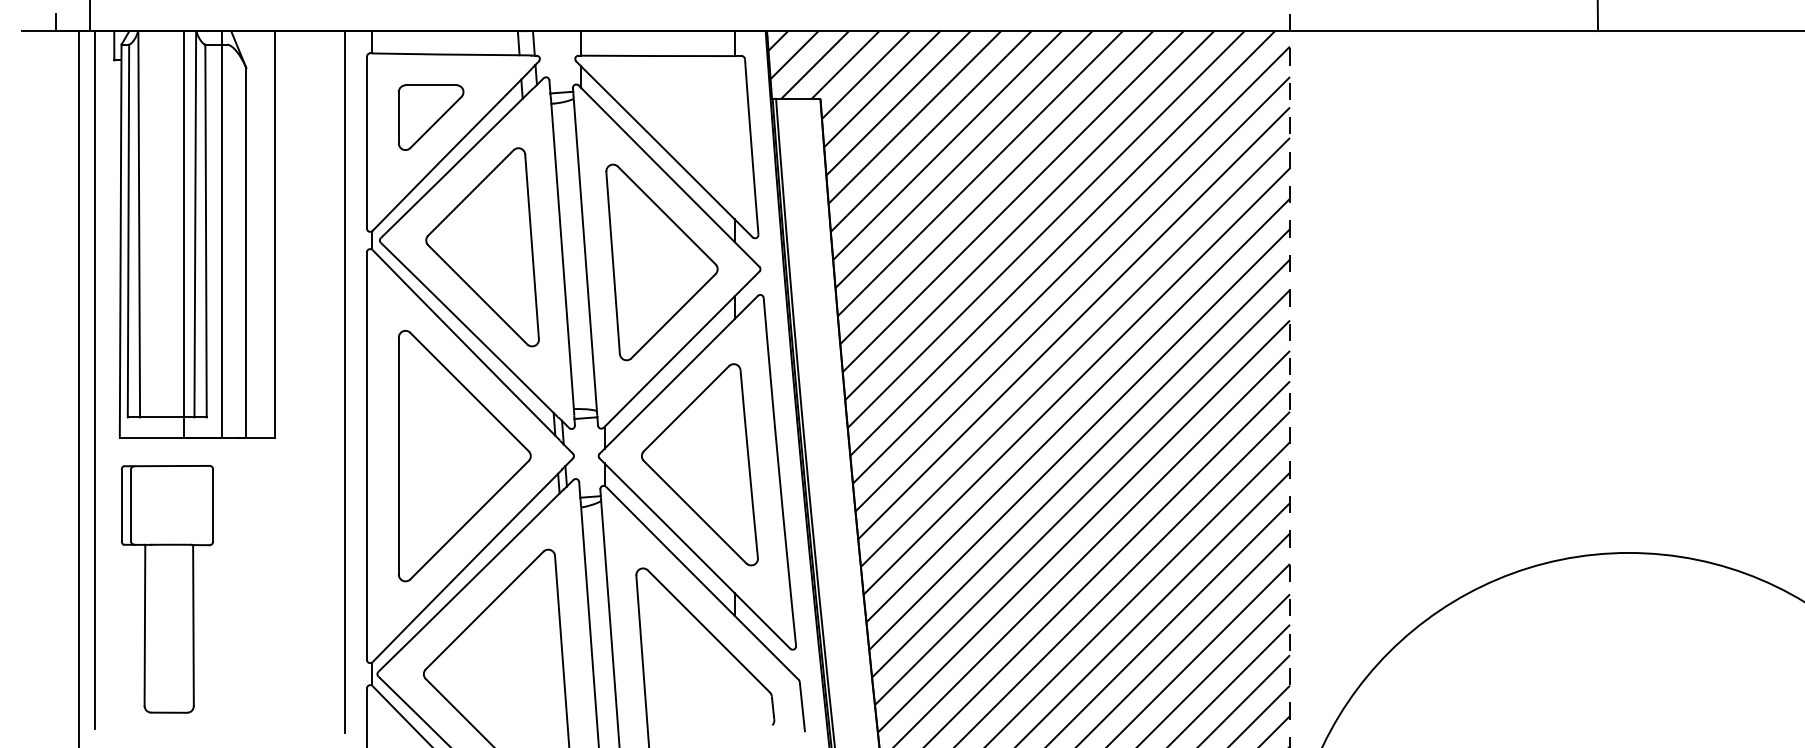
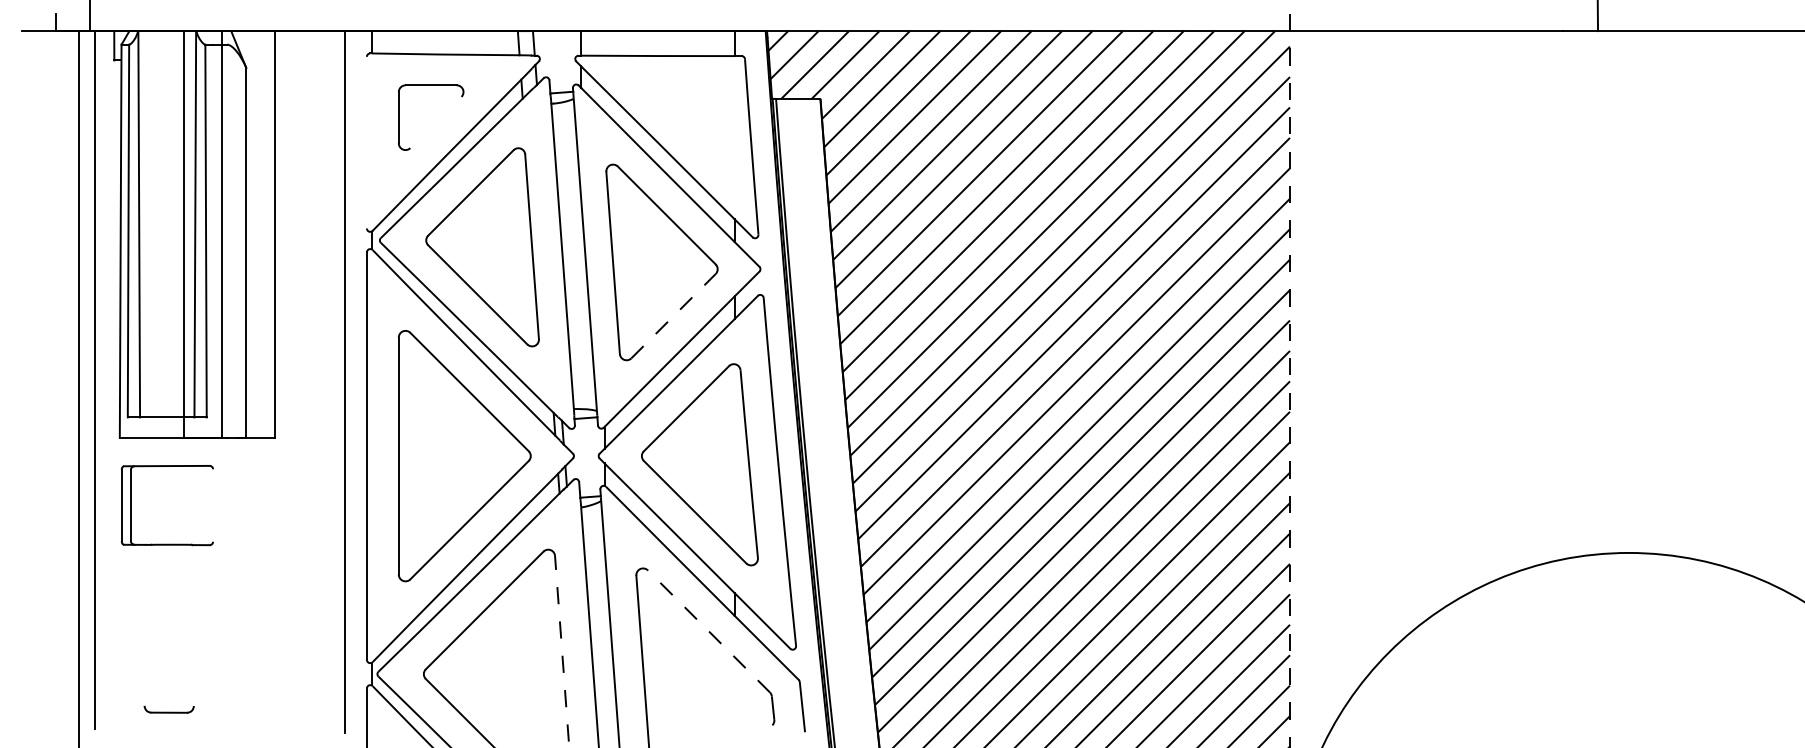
line at (435, 122): present -> none
line at (366, 142): present -> none
line at (673, 316): solid -> dashed
line at (213, 505): present -> none
line at (144, 624): present -> none
line at (193, 625): present -> none
line at (708, 631): solid -> dashed
line at (562, 651): solid -> dashed
